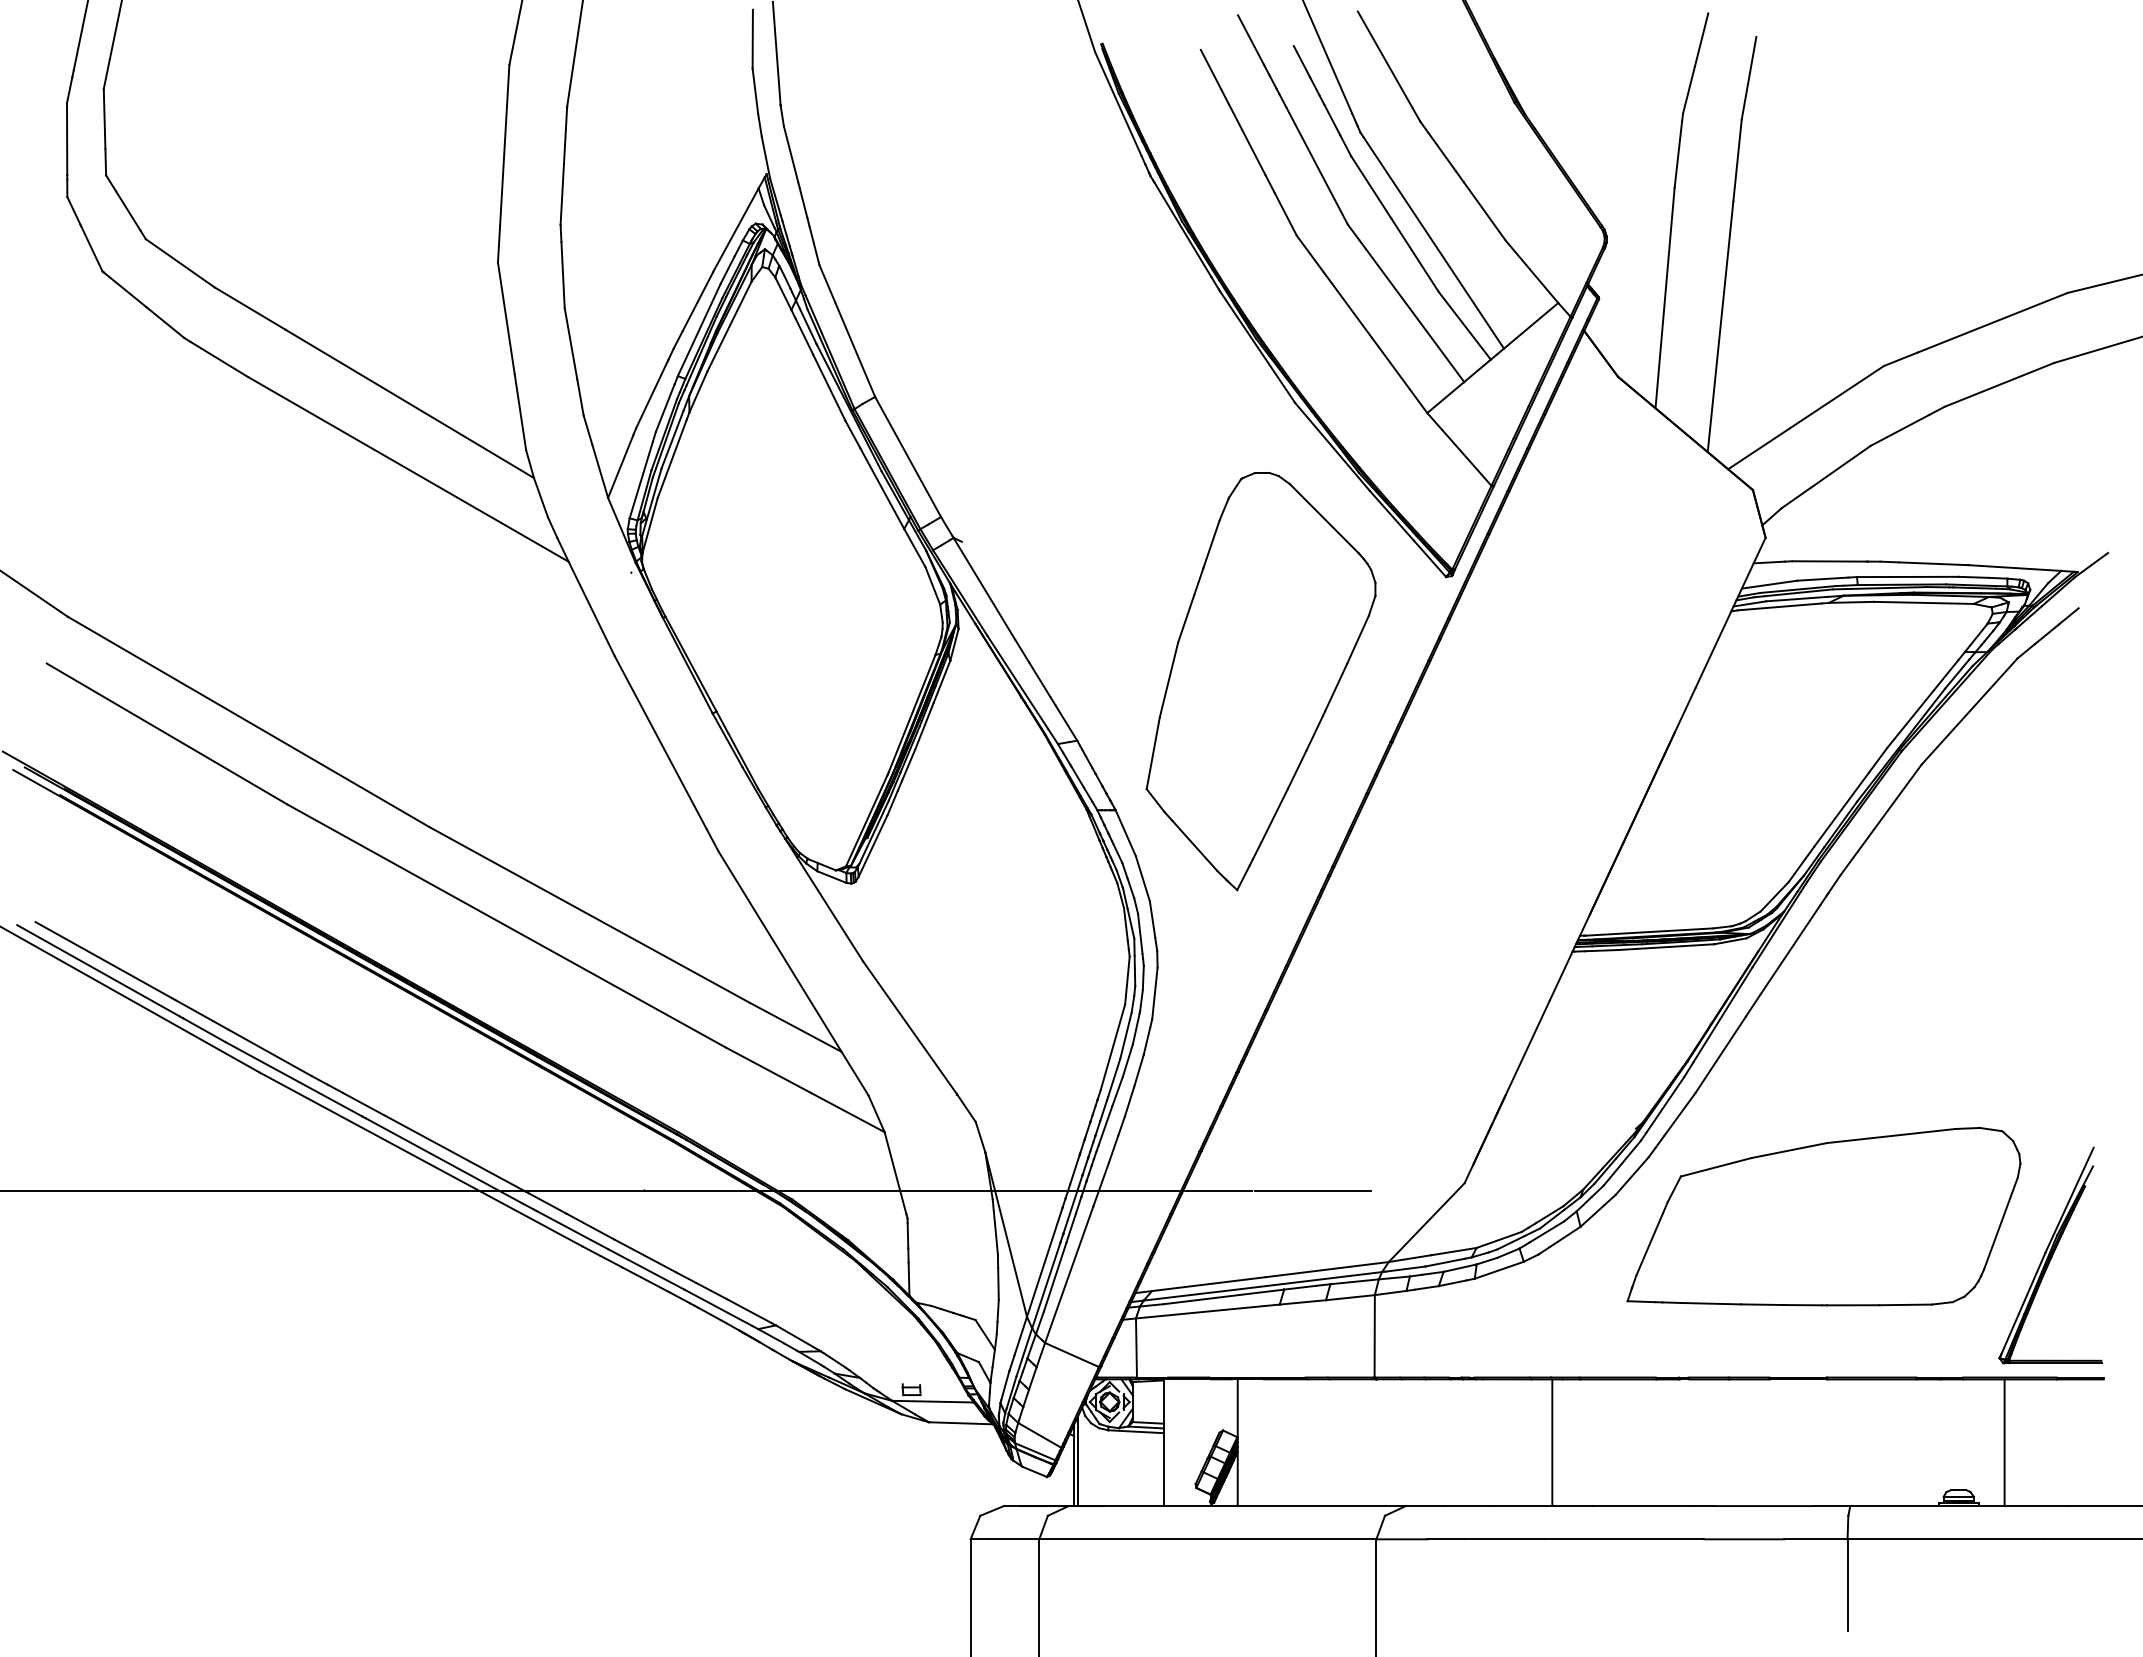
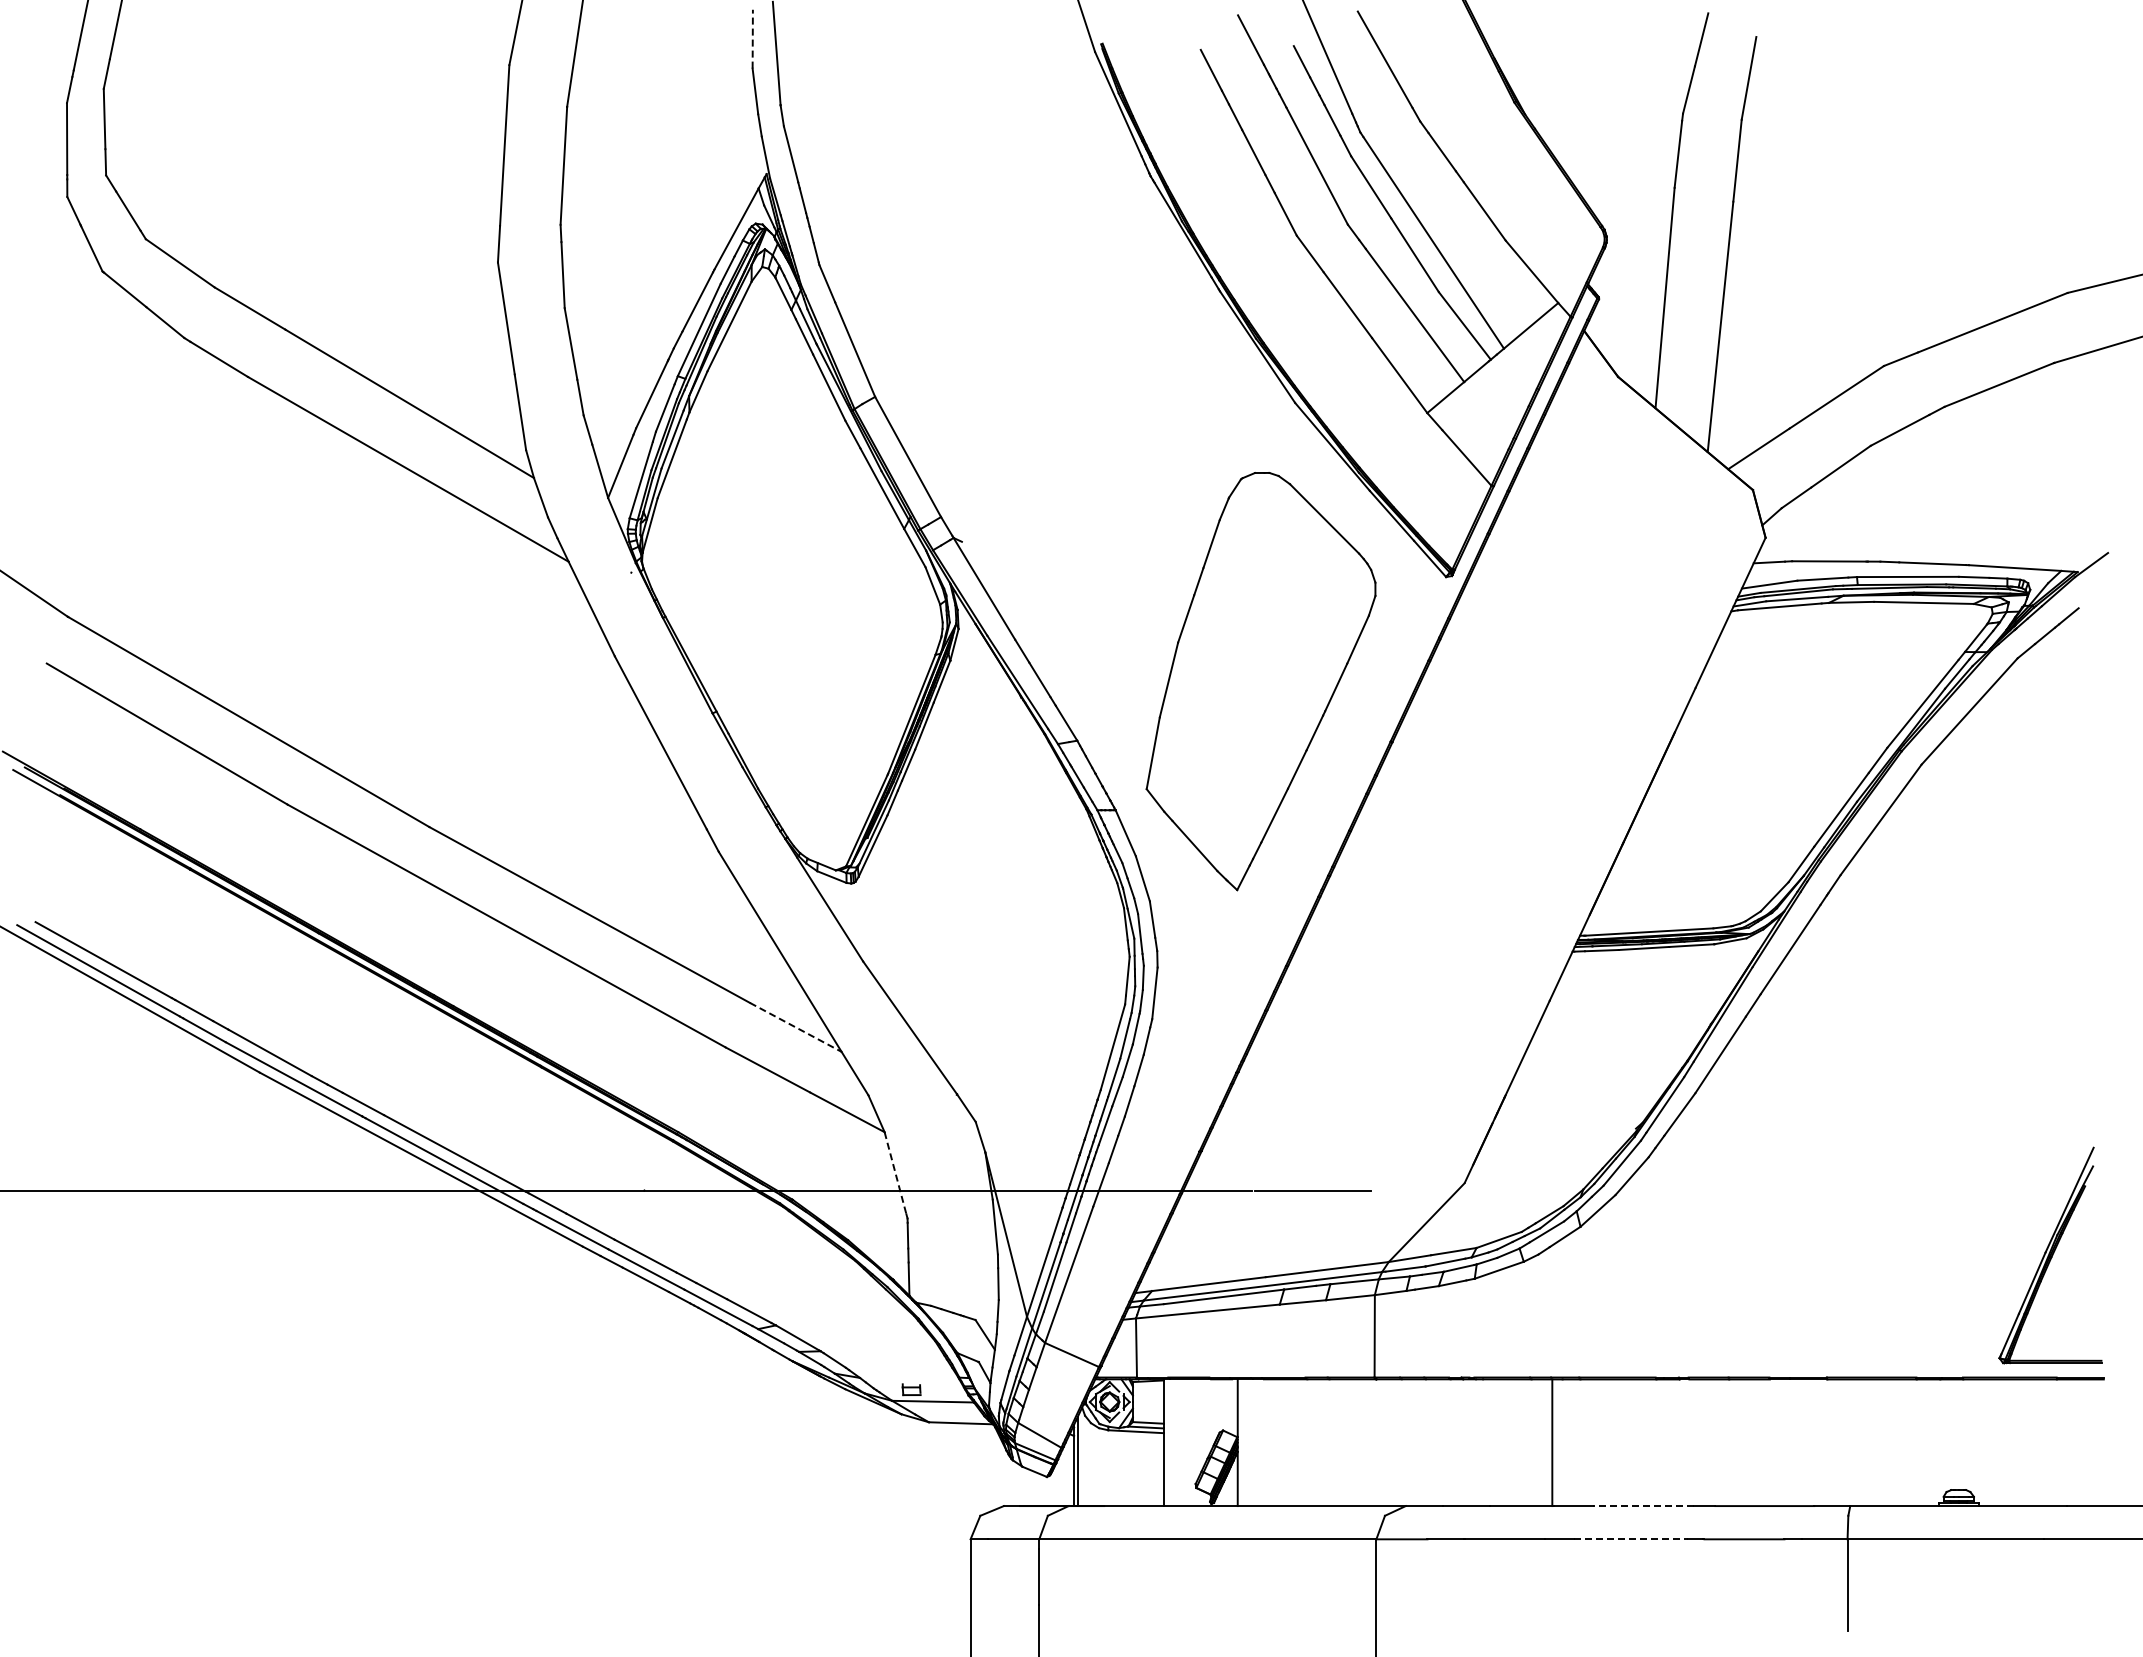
line at (752, 38): solid -> dashed
line at (795, 1027): solid -> dashed
line at (895, 1173): solid -> dashed
part at (1823, 1216): present -> none
line at (2004, 1442): present -> none
line at (1642, 1506): solid -> dashed
line at (1630, 1539): solid -> dashed
